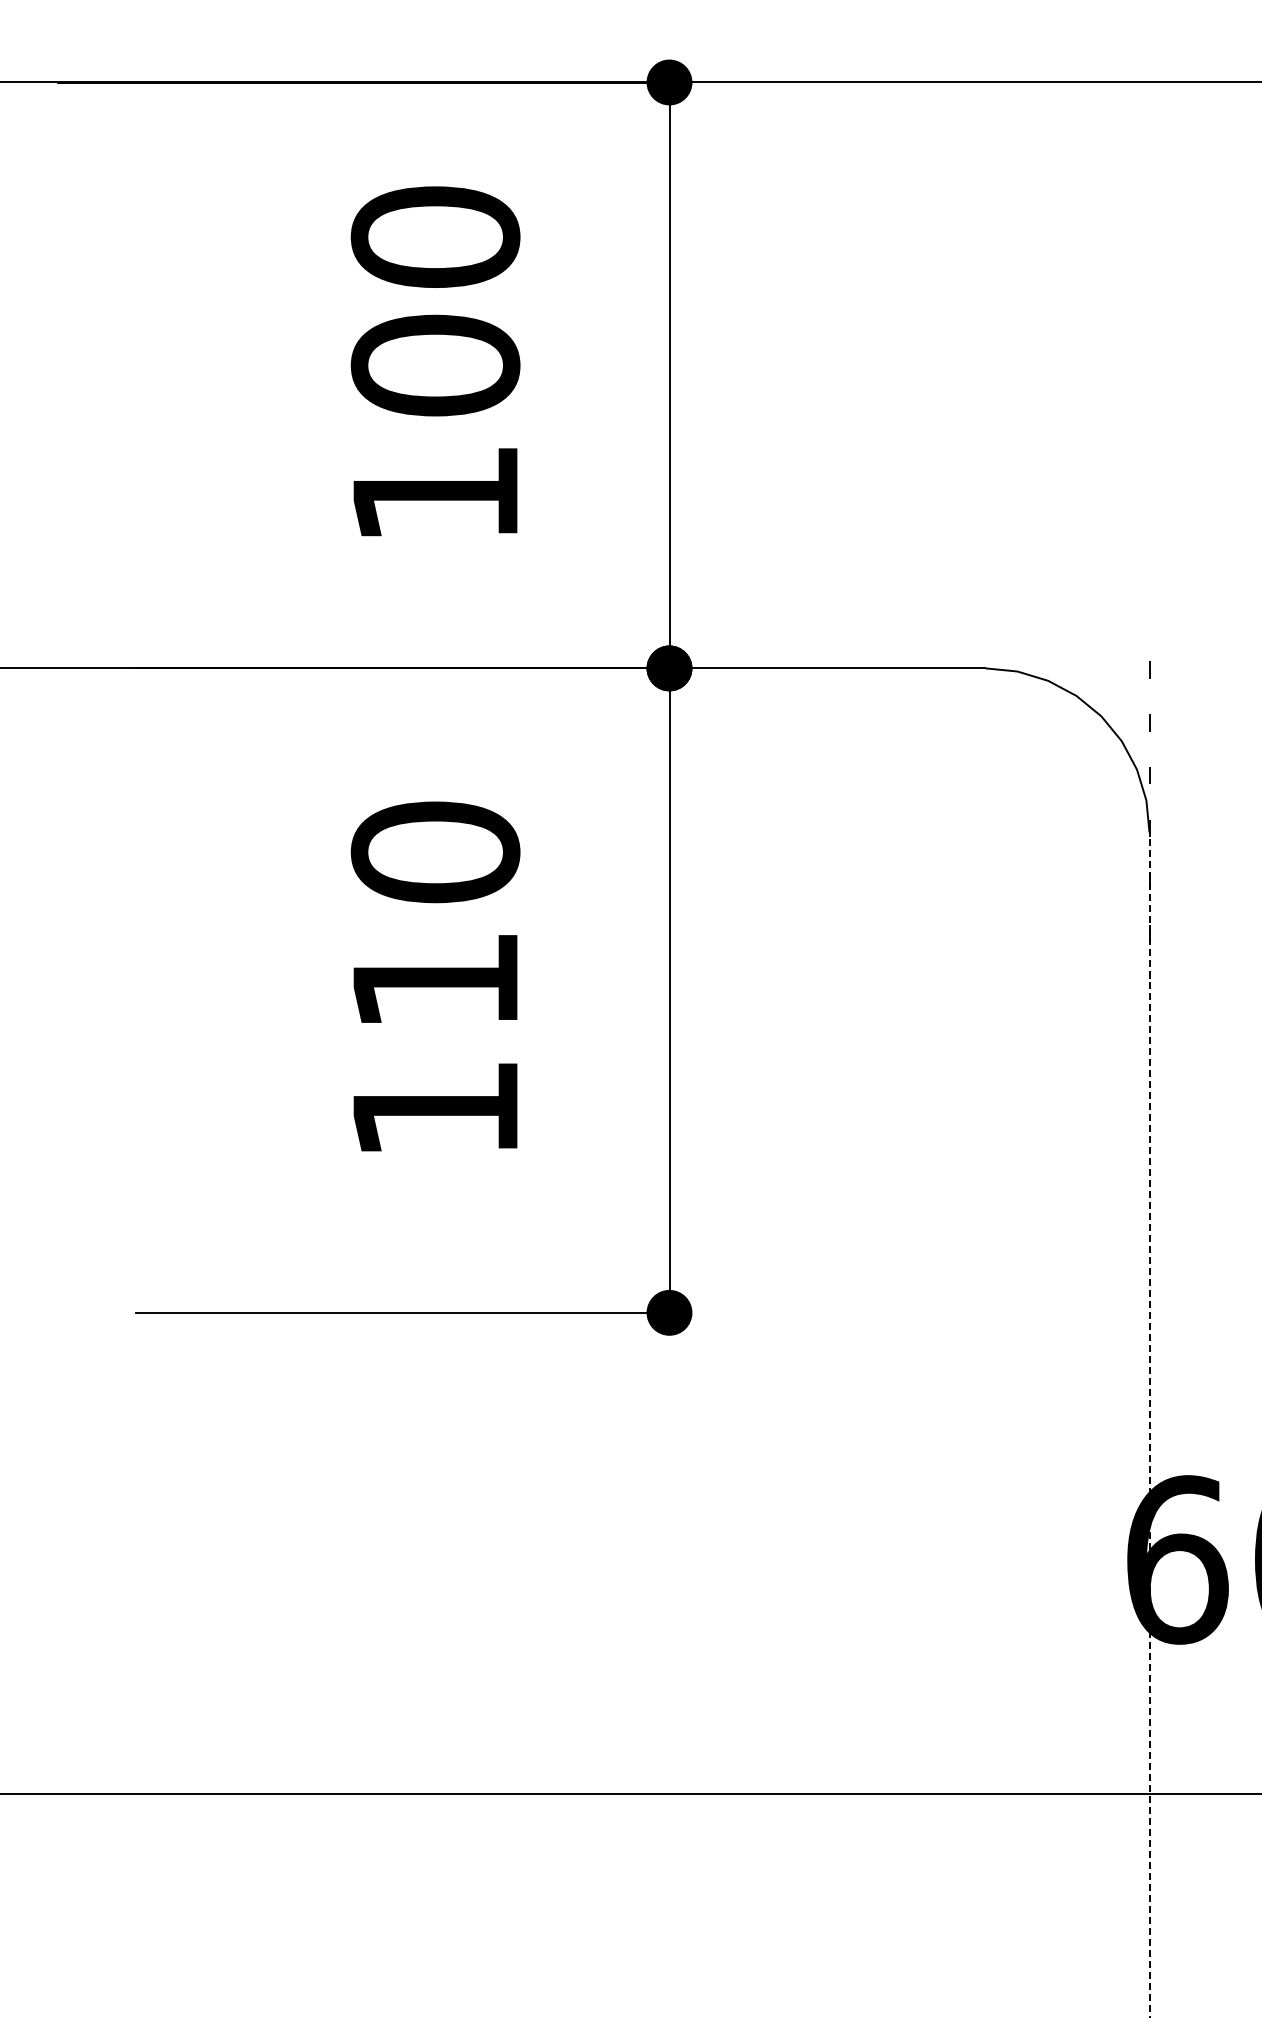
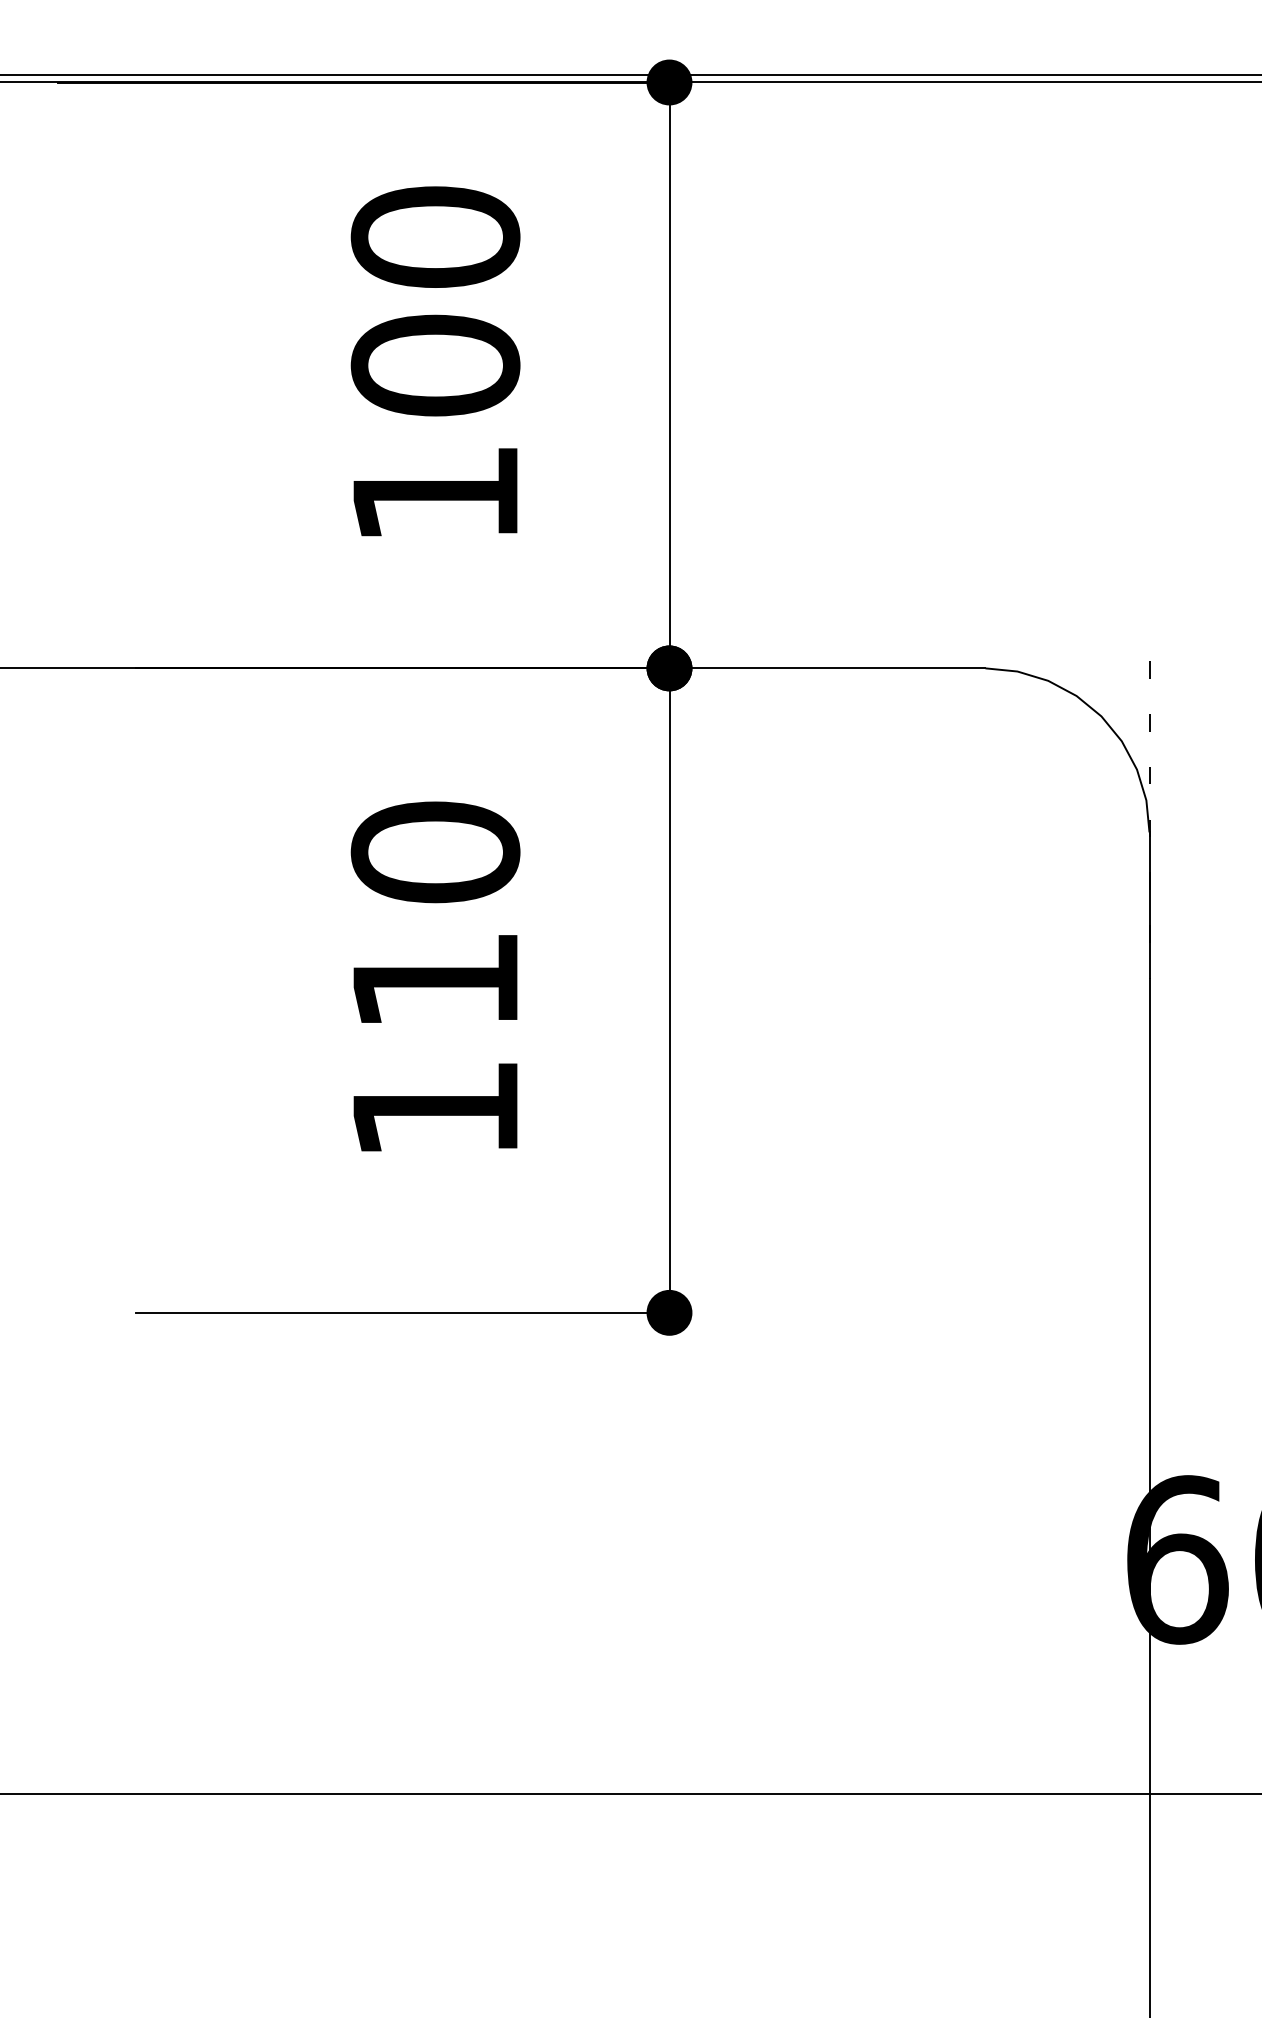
line at (630, 75): none -> present
line at (1149, 1424): dashed -> solid
